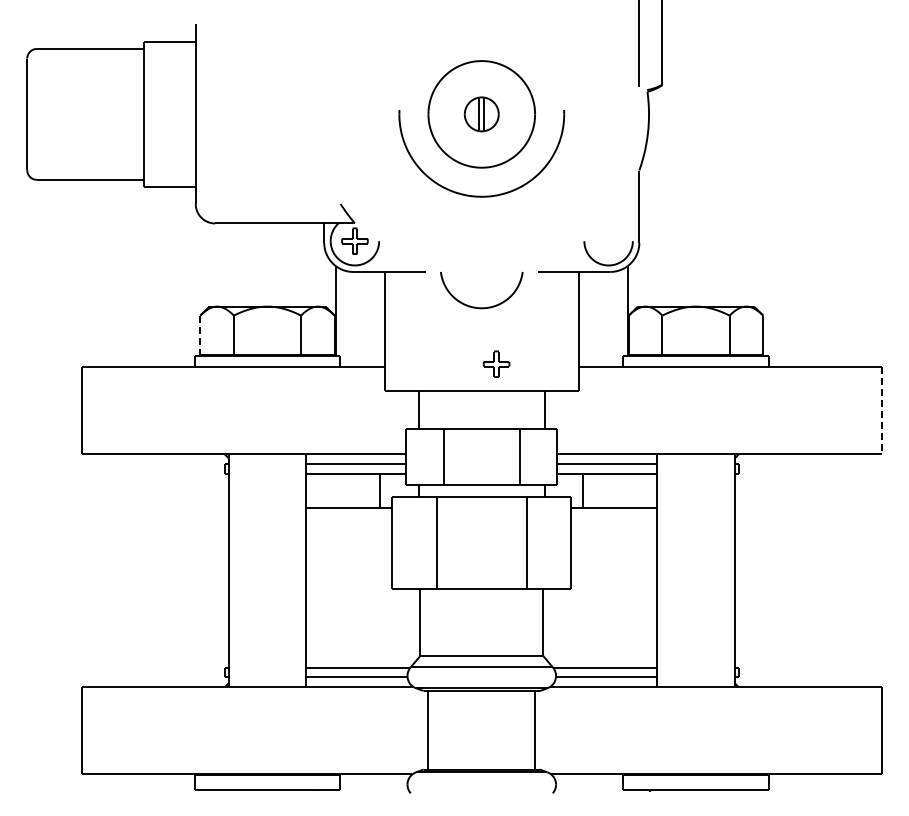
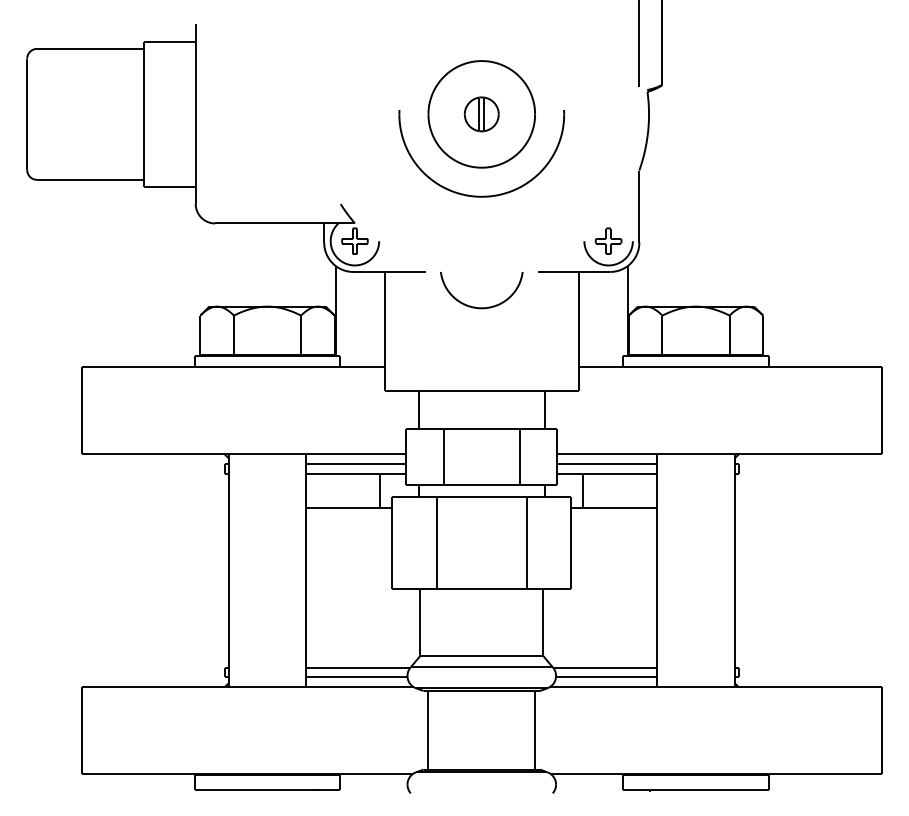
line at (200, 335): dashed -> solid
part at (496, 363) position: (496, 363) -> (608, 240)
line at (881, 410): dashed -> solid
